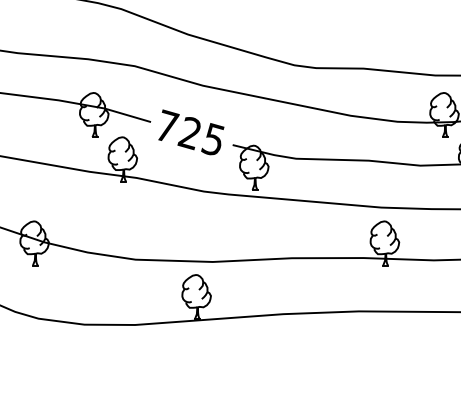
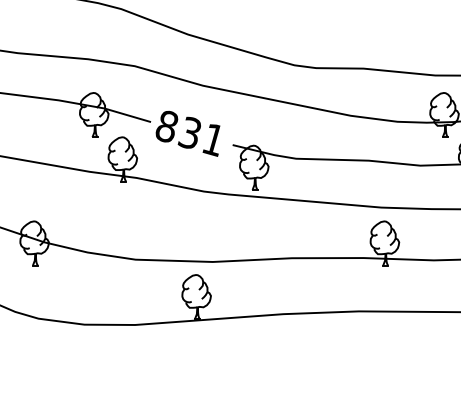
text at (189, 132): 725 -> 831
